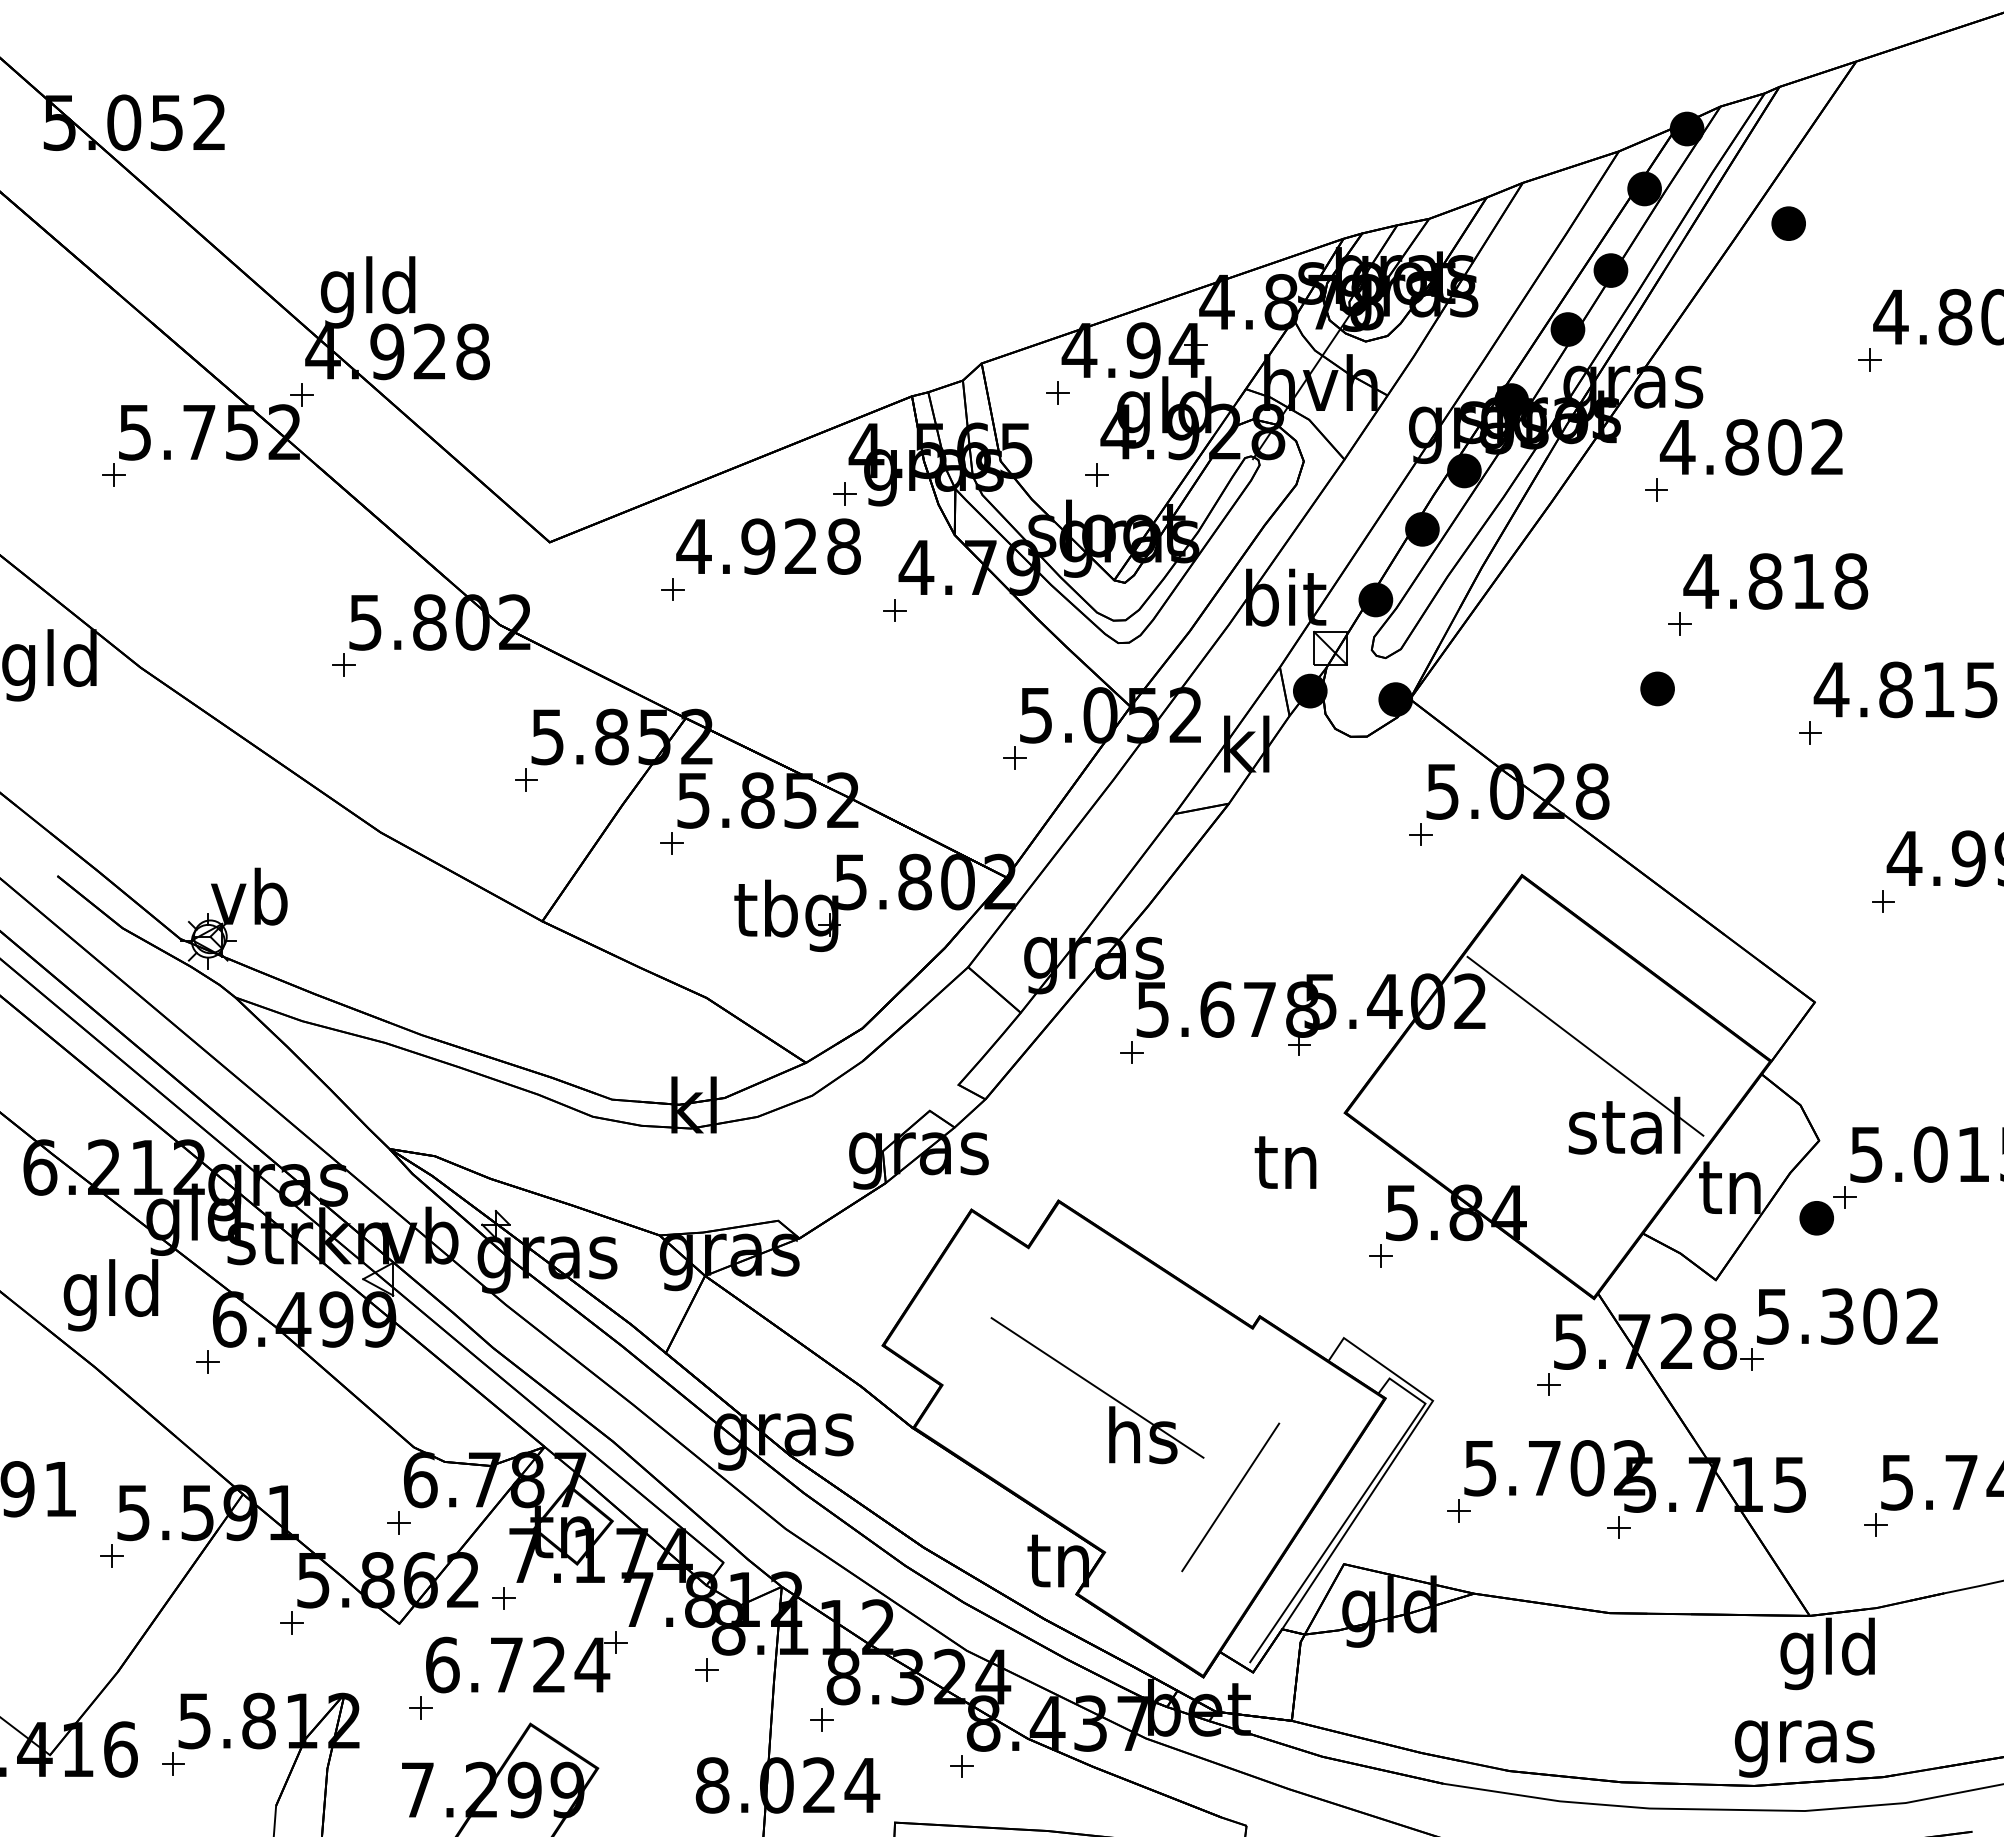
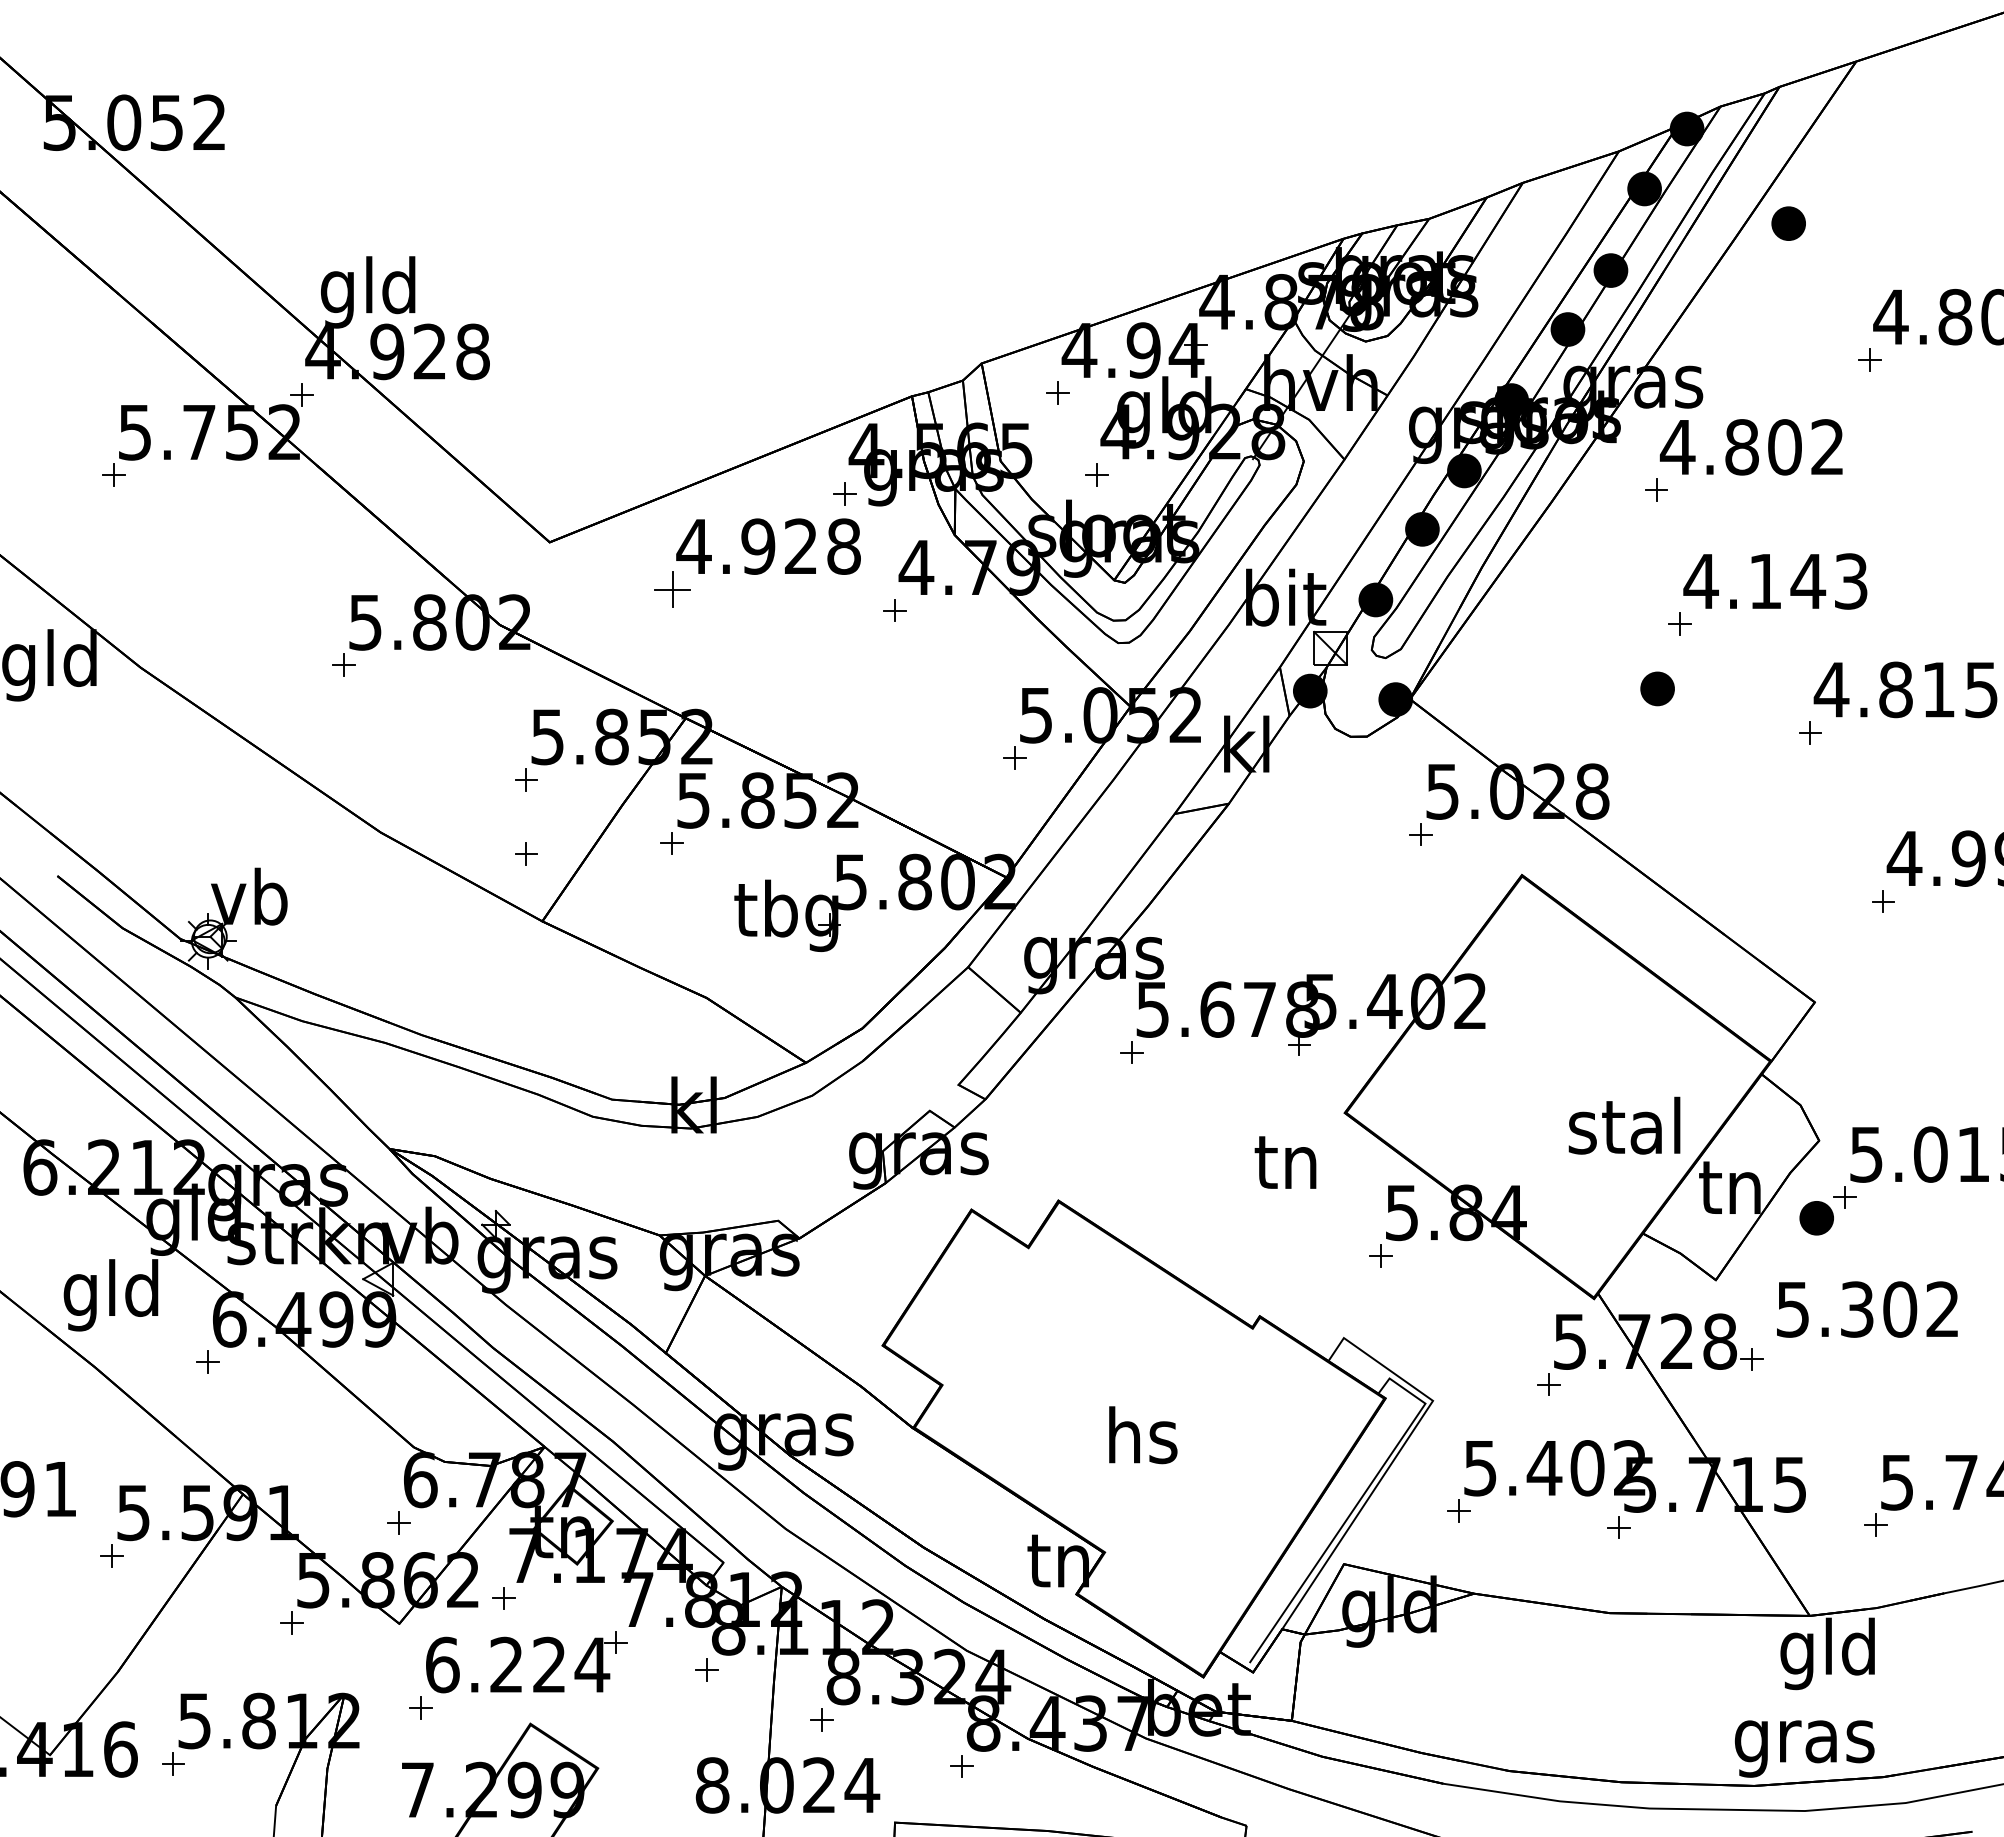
text at (1808, 581): 4.818 -> 4.143
part at (672, 589) size: 24x23 px -> 37x37 px
part at (526, 853): none -> present
line at (1585, 1045): present -> none
text at (1847, 1316) position: (1847, 1316) -> (1867, 1309)
line at (1097, 1387): present -> none
text at (1544, 1468): 5.702 -> 5.402
line at (1230, 1497): present -> none
text at (506, 1664): 6.724 -> 6.224
